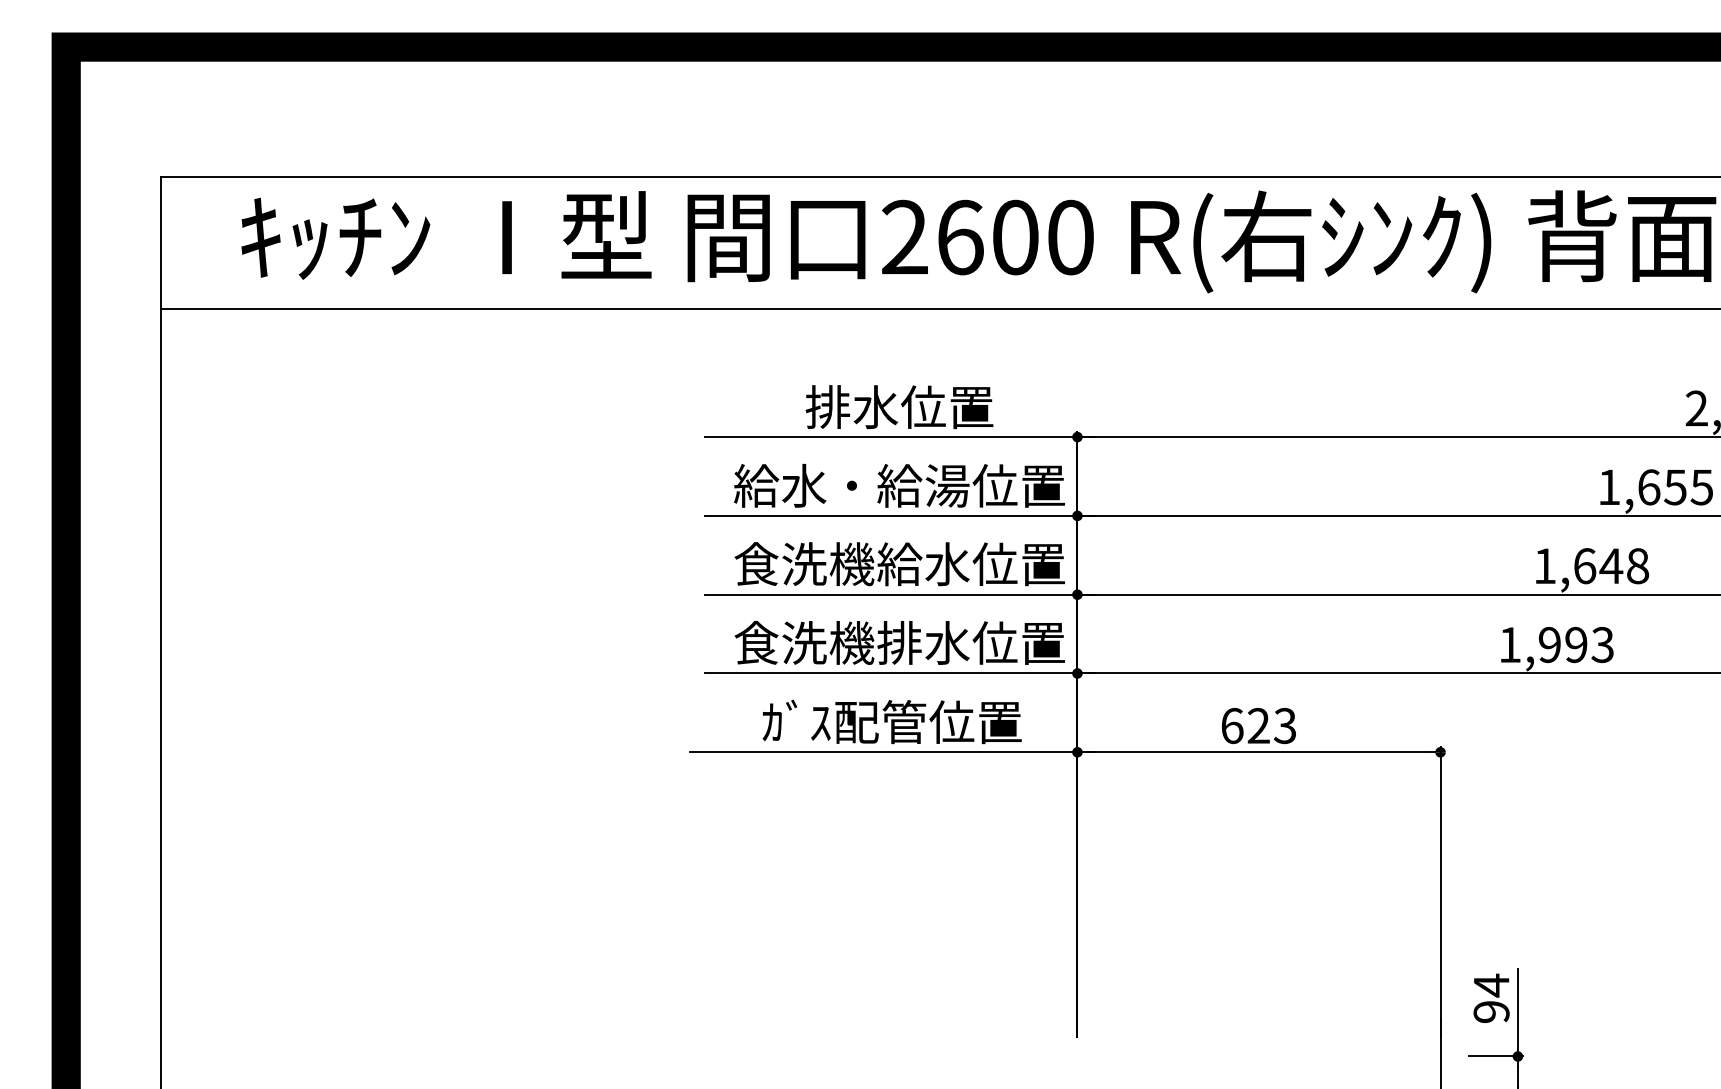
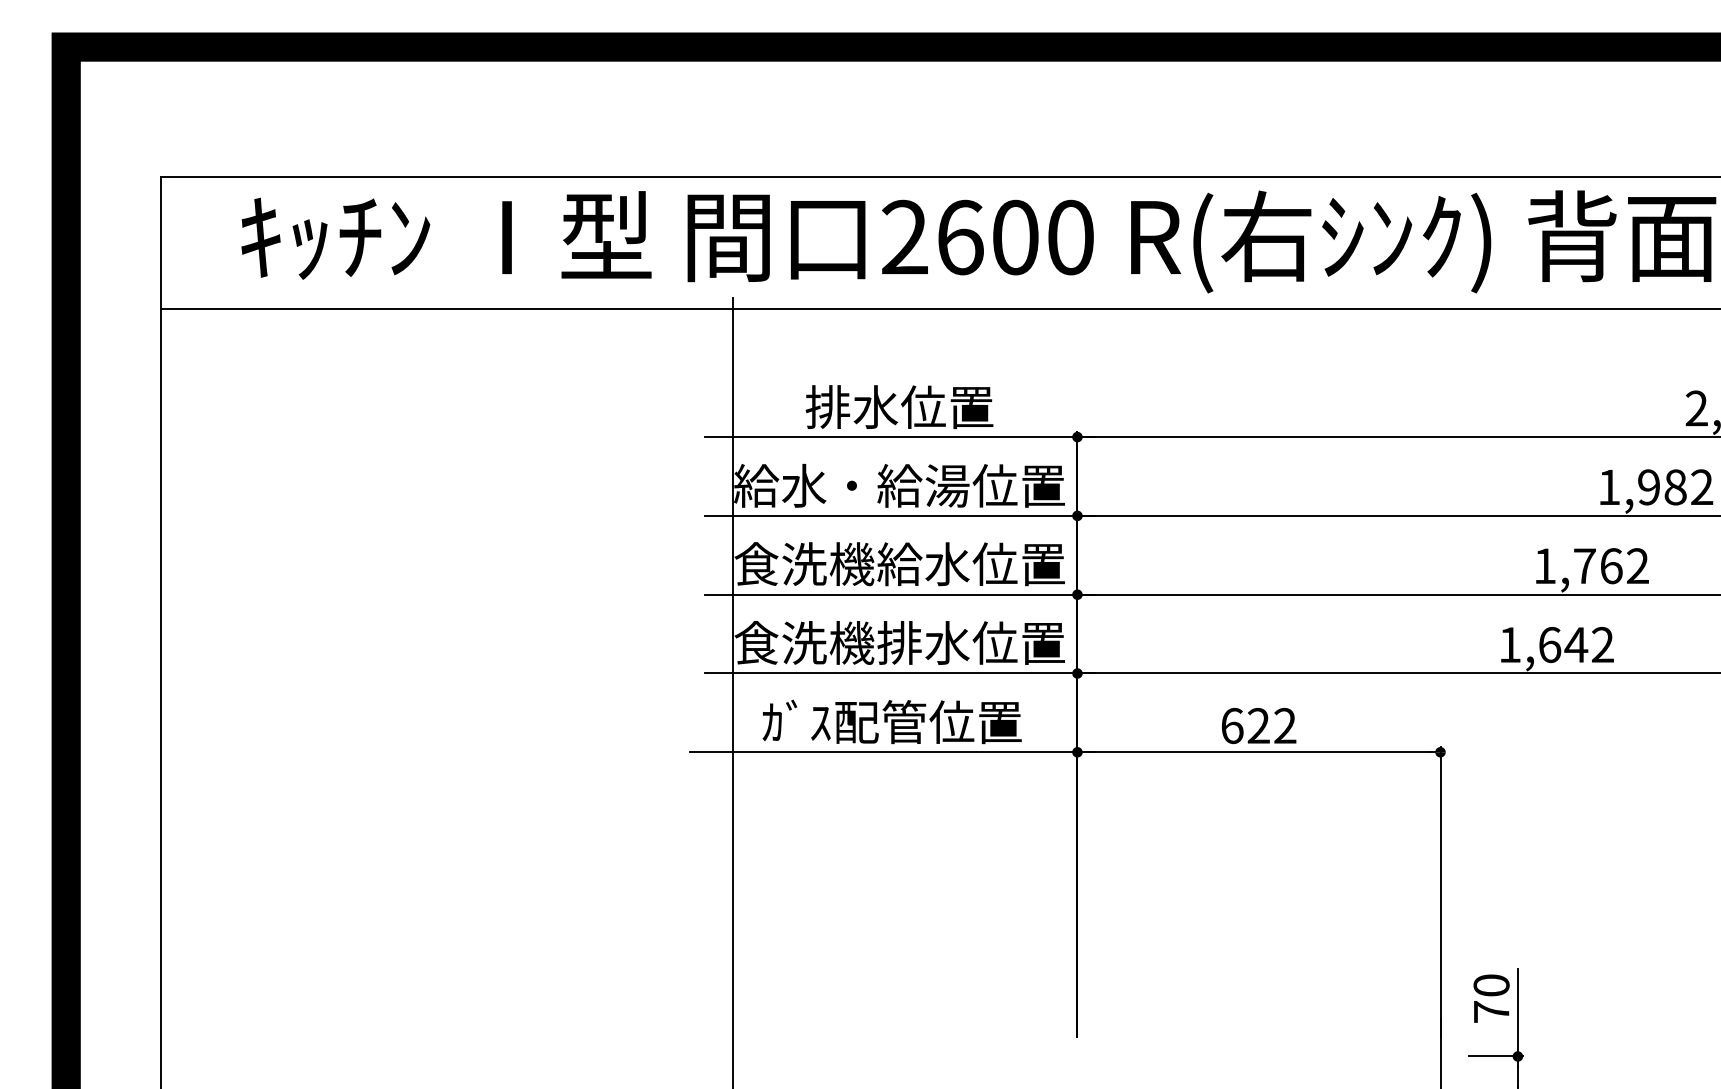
text at (1675, 487): 1,655 -> 1,982
text at (1611, 566): 1,648 -> 1,762
text at (1575, 644): 1,993 -> 1,642
line at (733, 691): none -> present
text at (1284, 726): 623 -> 622
text at (1491, 998): 94 -> 70
